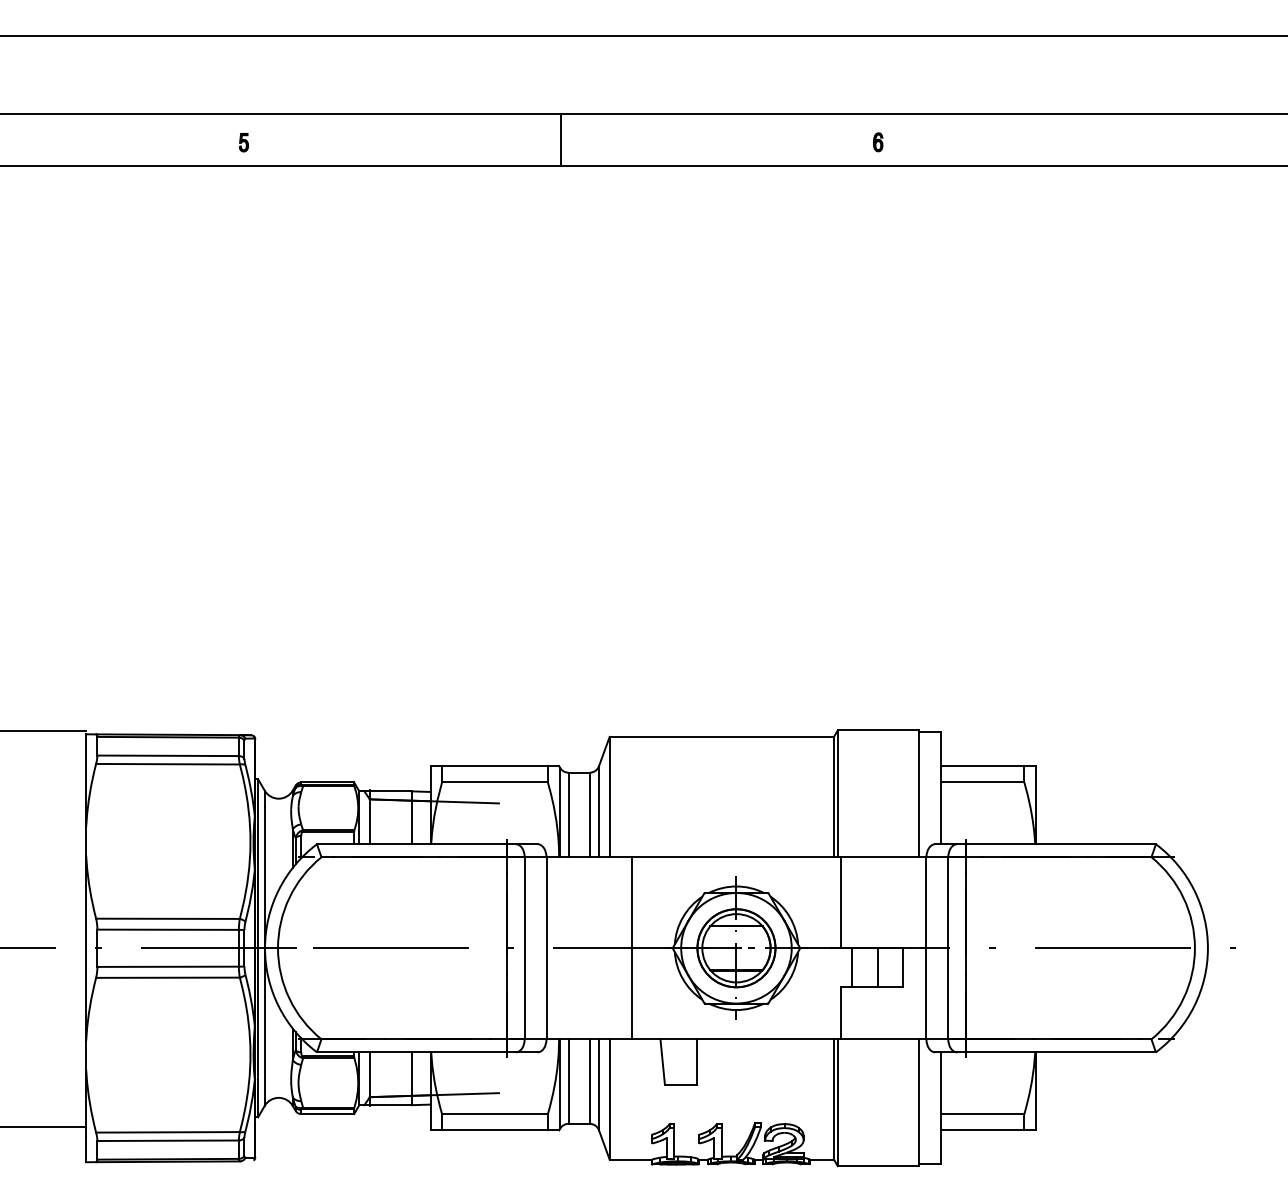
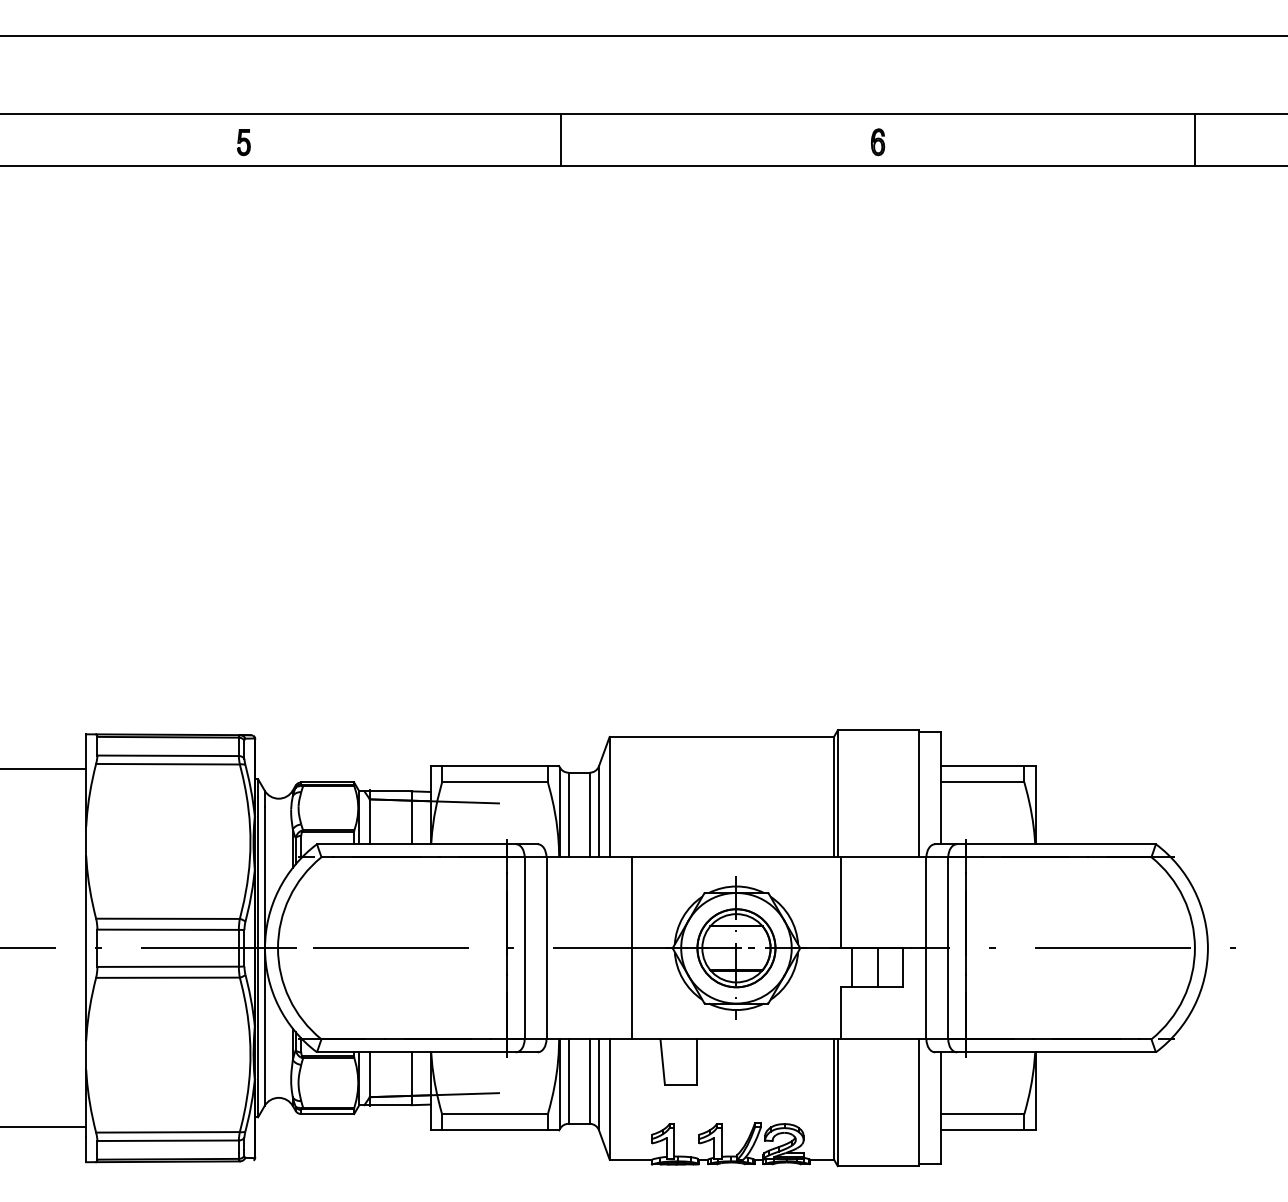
line at (1194, 139): none -> present
part at (243, 142) size: 11x20 px -> 14x28 px
part at (878, 142) size: 11x21 px -> 15x29 px
line at (44, 731) position: (44, 731) -> (44, 769)
